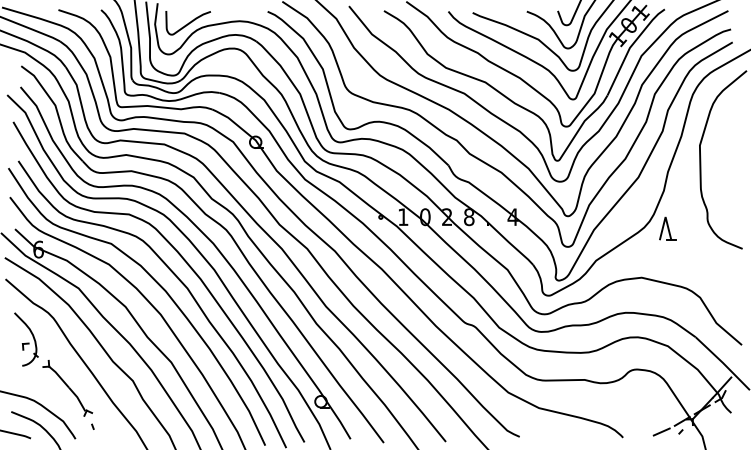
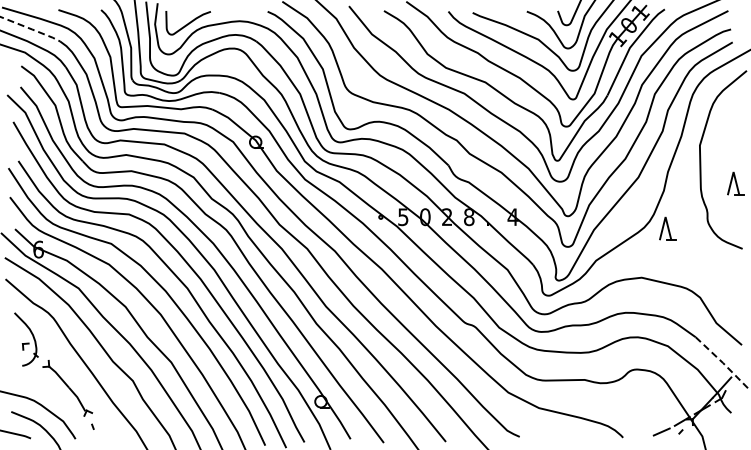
line at (32, 29): solid -> dashed
part at (735, 183): none -> present
text at (403, 217): 1 -> 5
line at (722, 362): solid -> dashed
